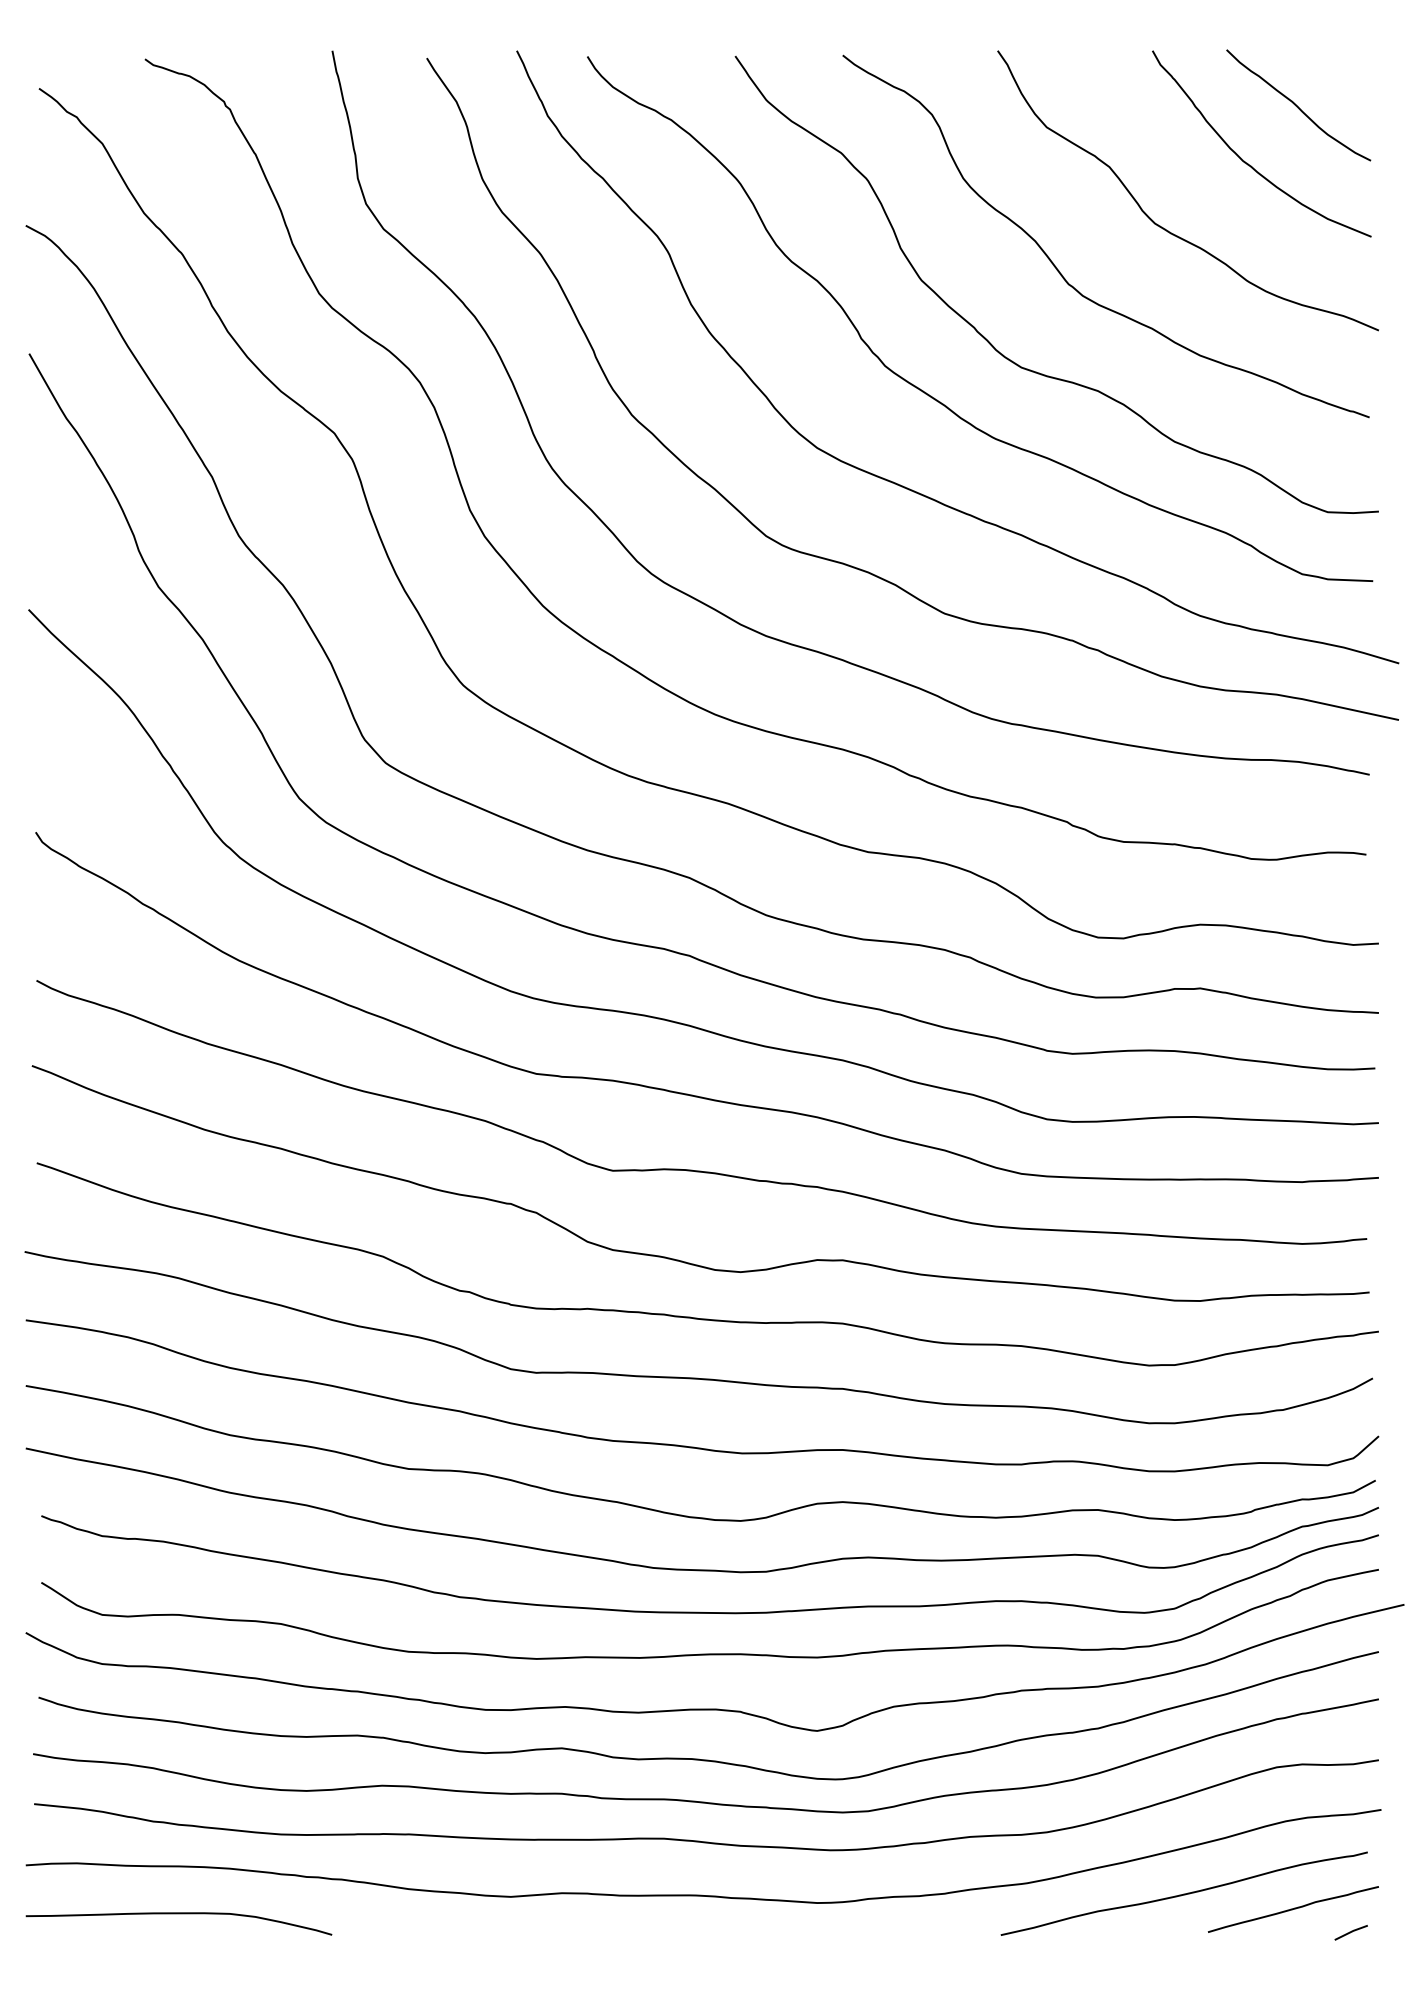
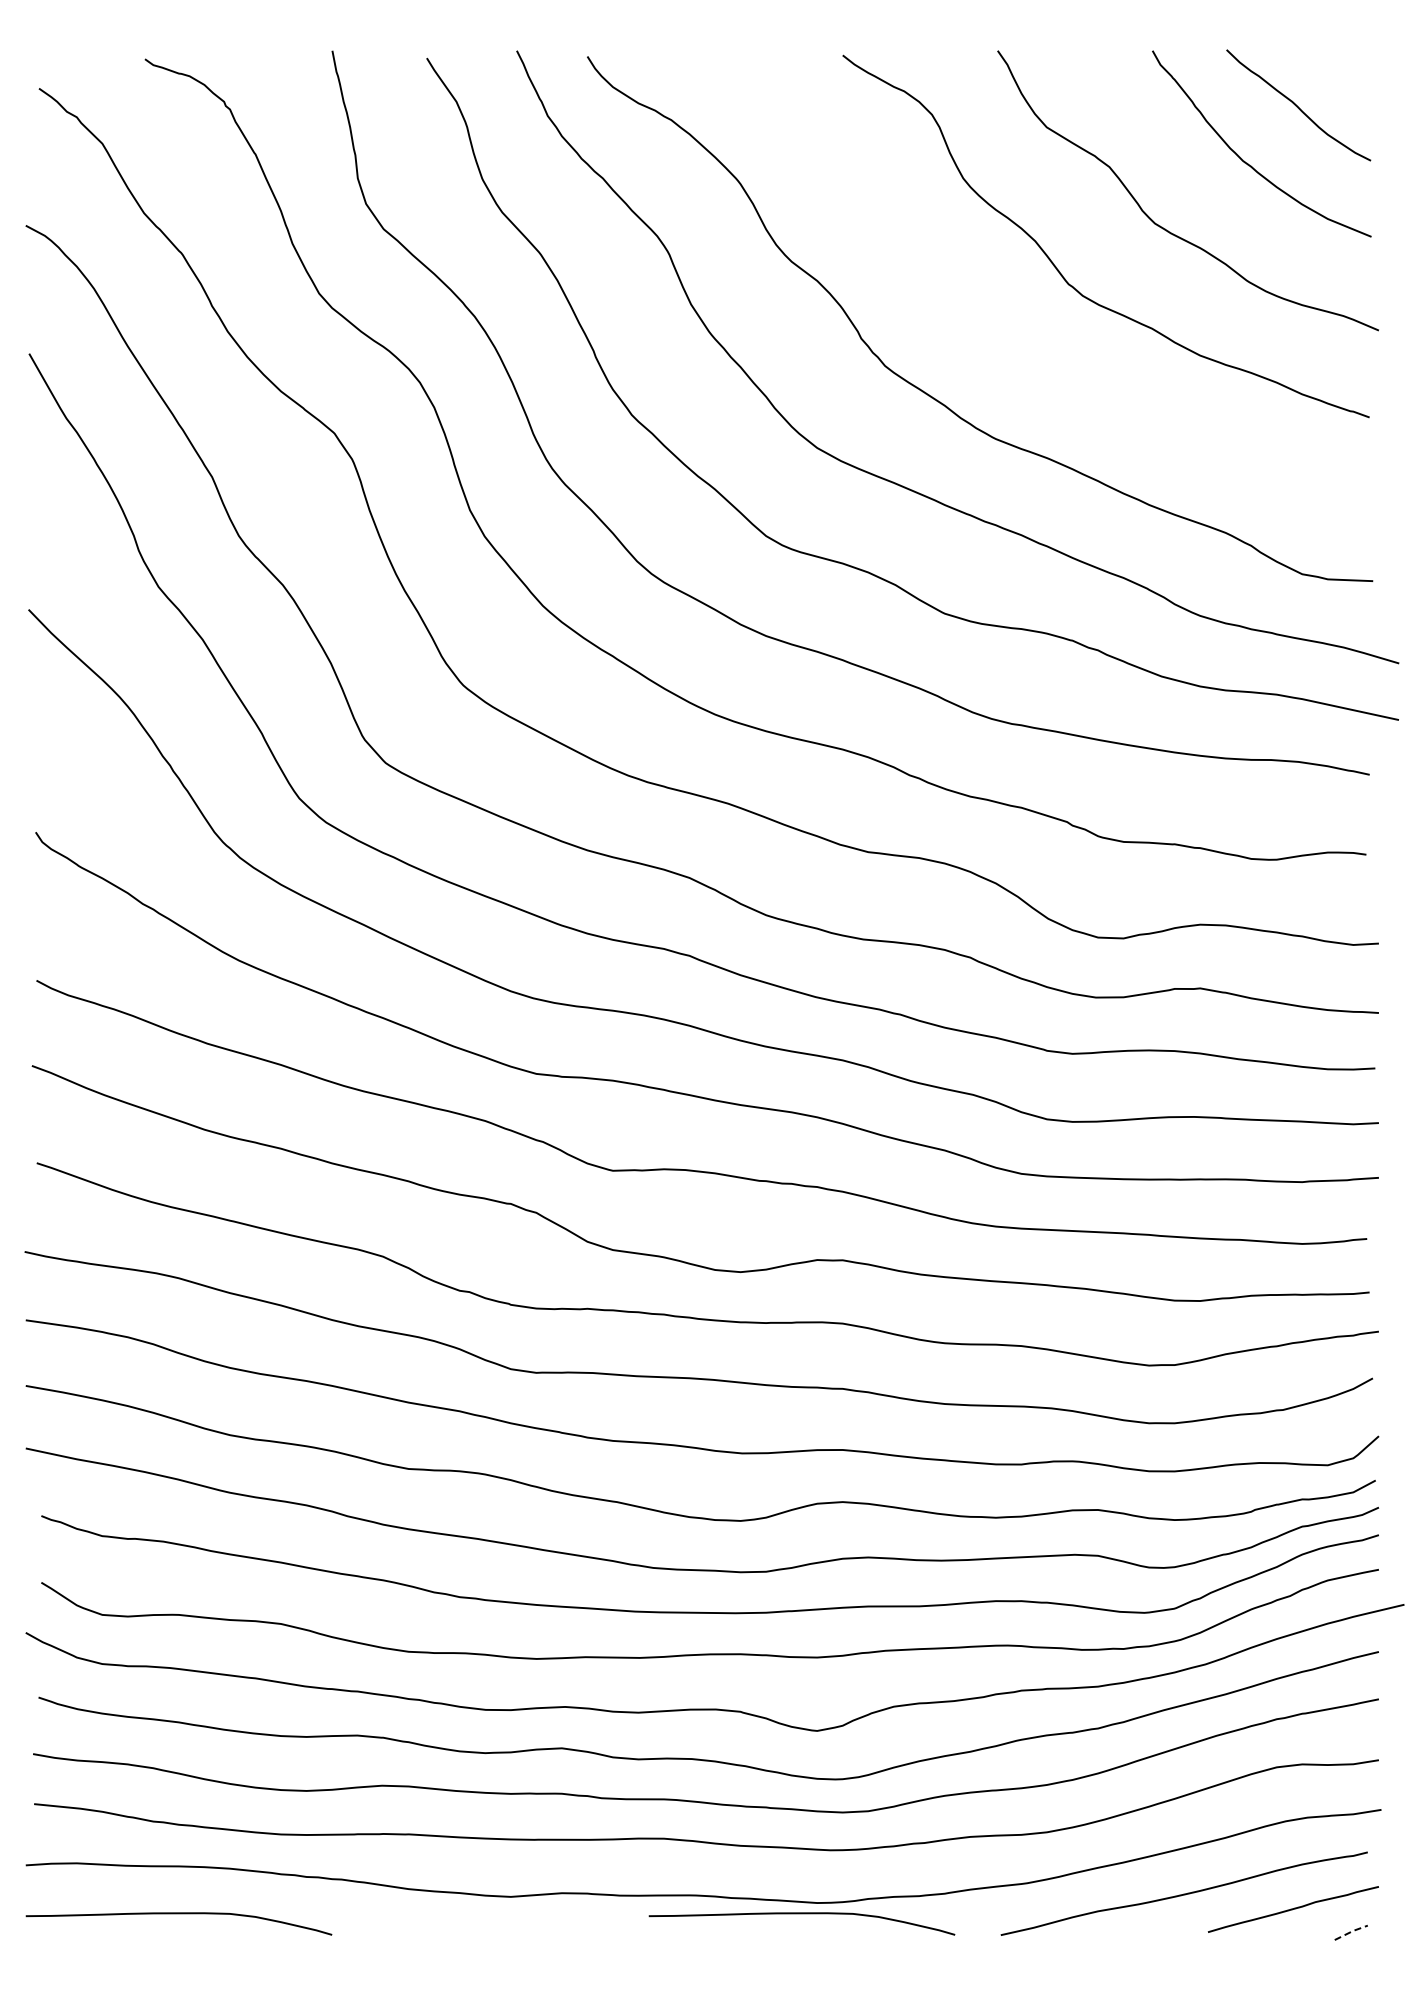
curve at (1009, 358): present -> none
curve at (801, 1914): none -> present
line at (1351, 1931): solid -> dashed
